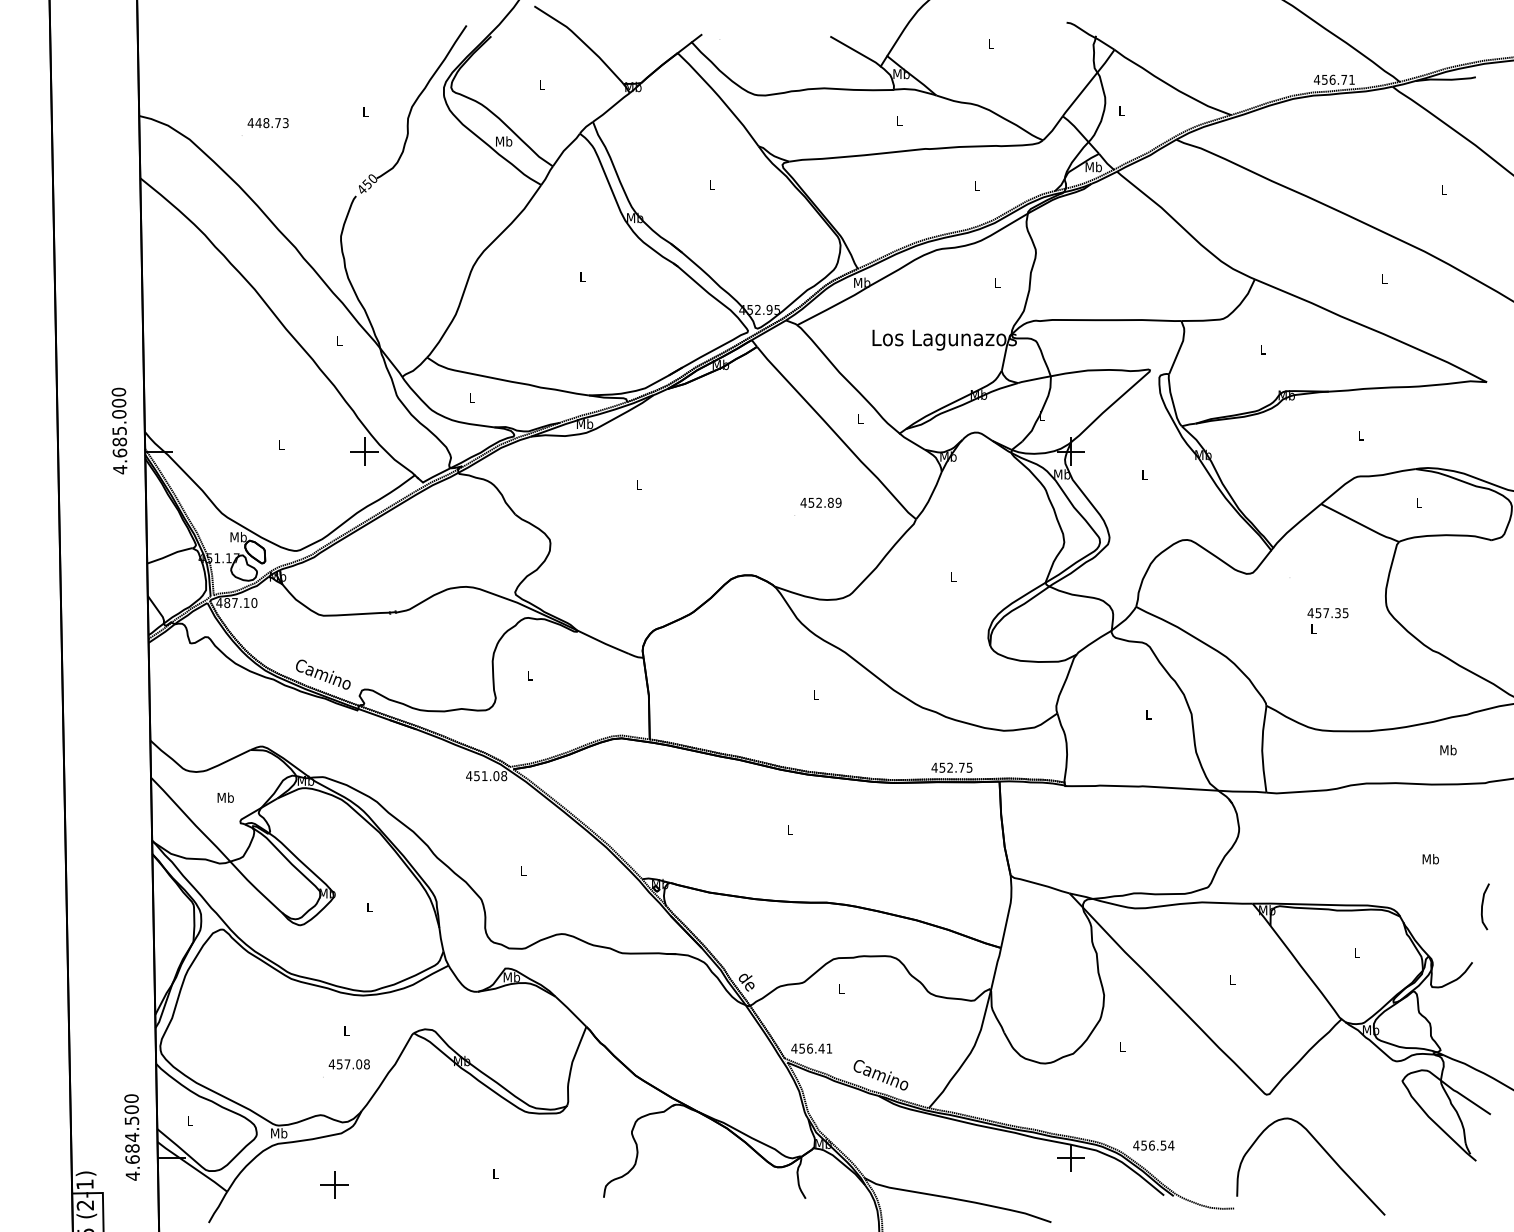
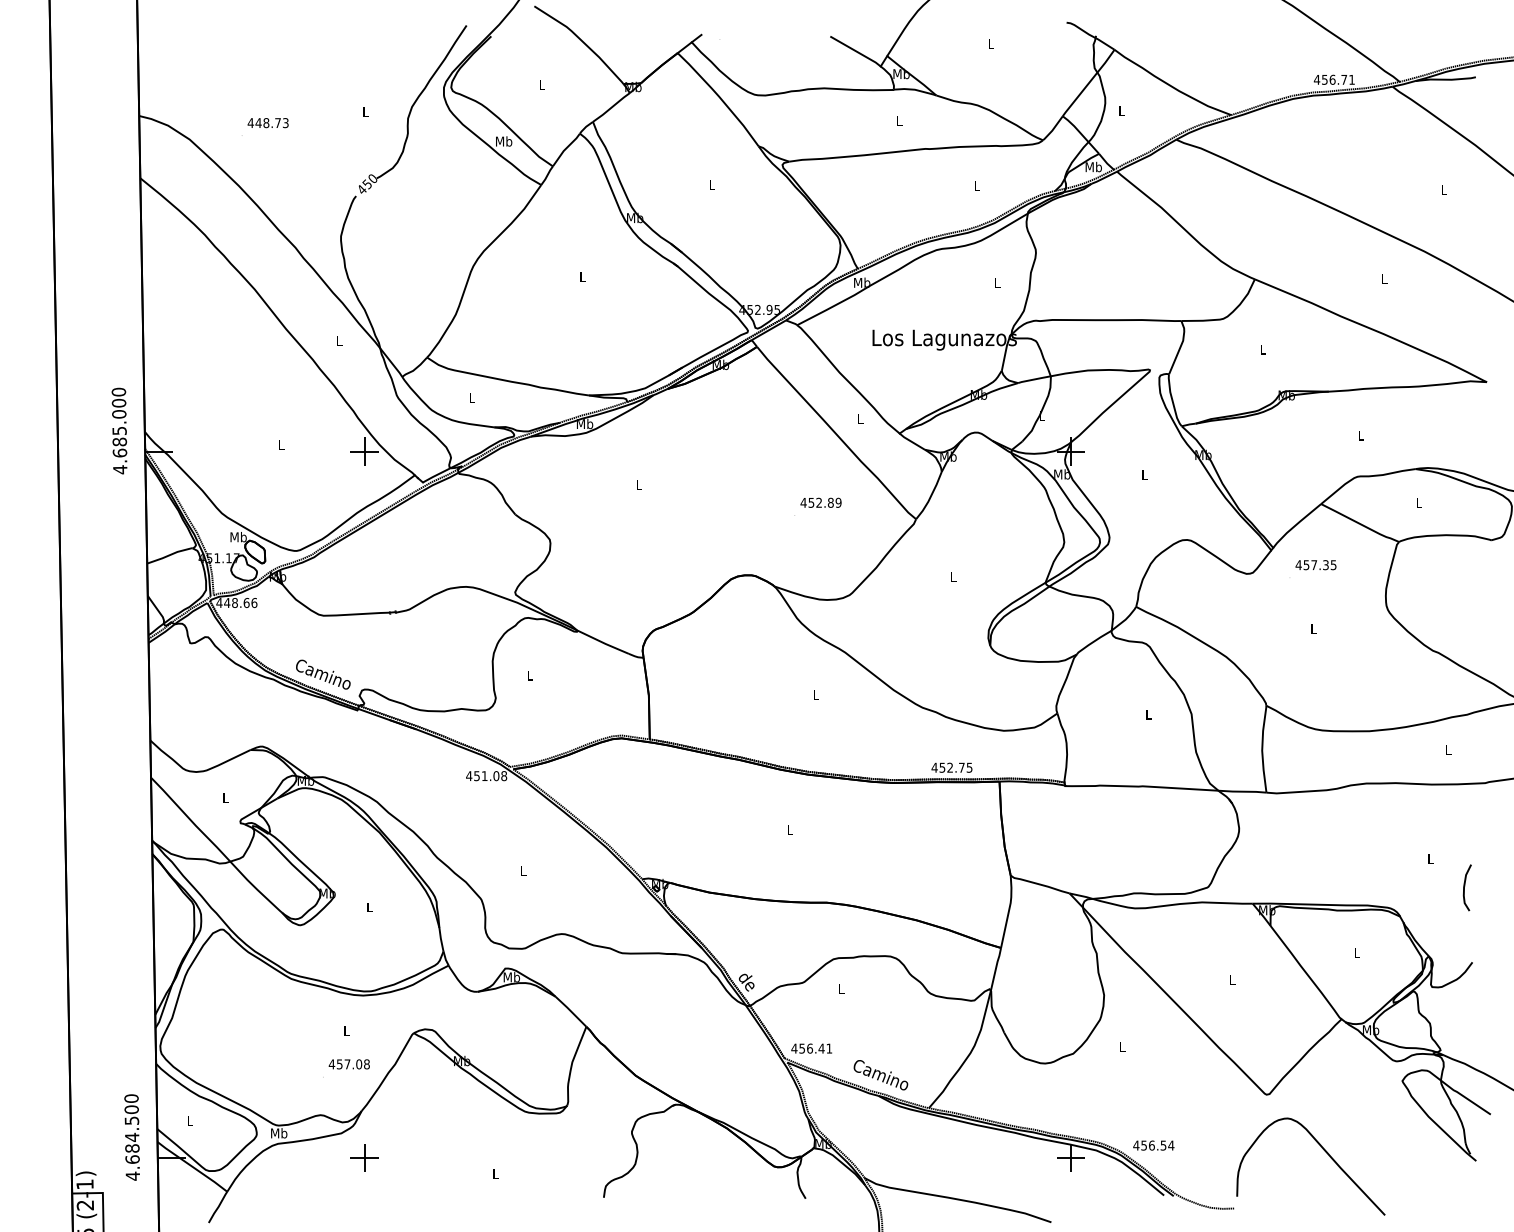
text at (240, 602): 487.10 -> 448.66
text at (1327, 613) position: (1327, 613) -> (1315, 565)
text at (1448, 750): Mb -> L
text at (225, 797): Mb -> L
text at (1430, 859): Mb -> L
curve at (1483, 905) position: (1483, 905) -> (1465, 886)
part at (334, 1184) position: (334, 1184) -> (364, 1157)
